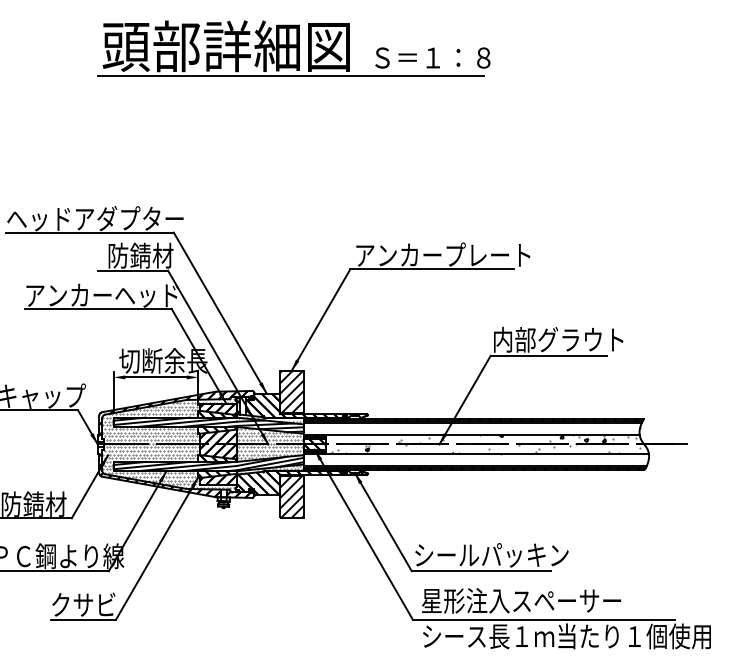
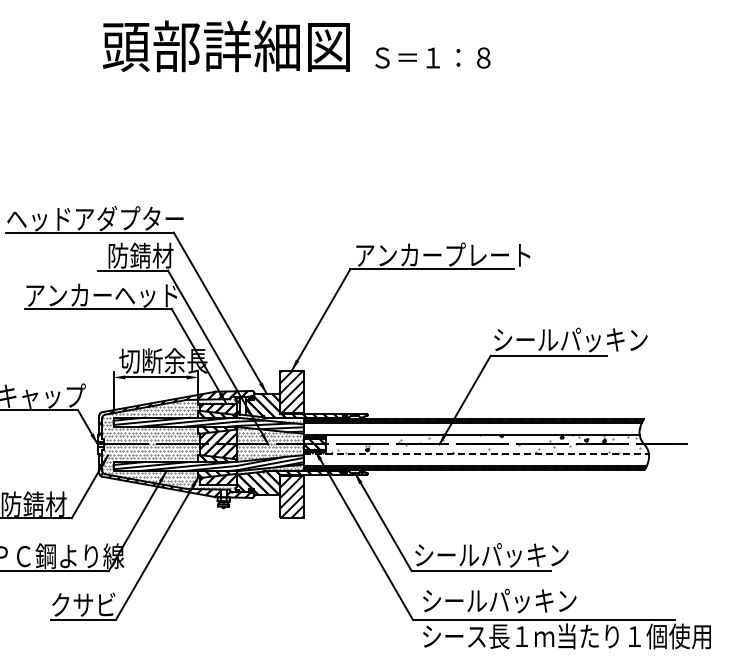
line at (290, 75): present -> none
text at (570, 339): 内部グラウト -> シールパッキン
line at (476, 453): solid -> dashed
text at (521, 600): 星形注入スペーサー -> シールパッキン
